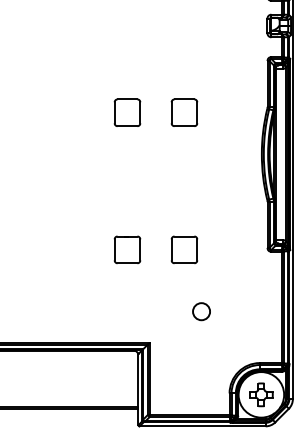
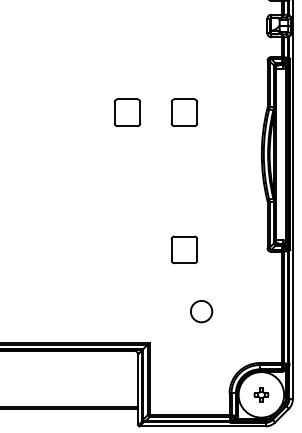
part at (127, 249): present -> none
circle at (201, 311) size: 19x20 px -> 24x24 px
part at (261, 394) size: 25x26 px -> 17x16 px
